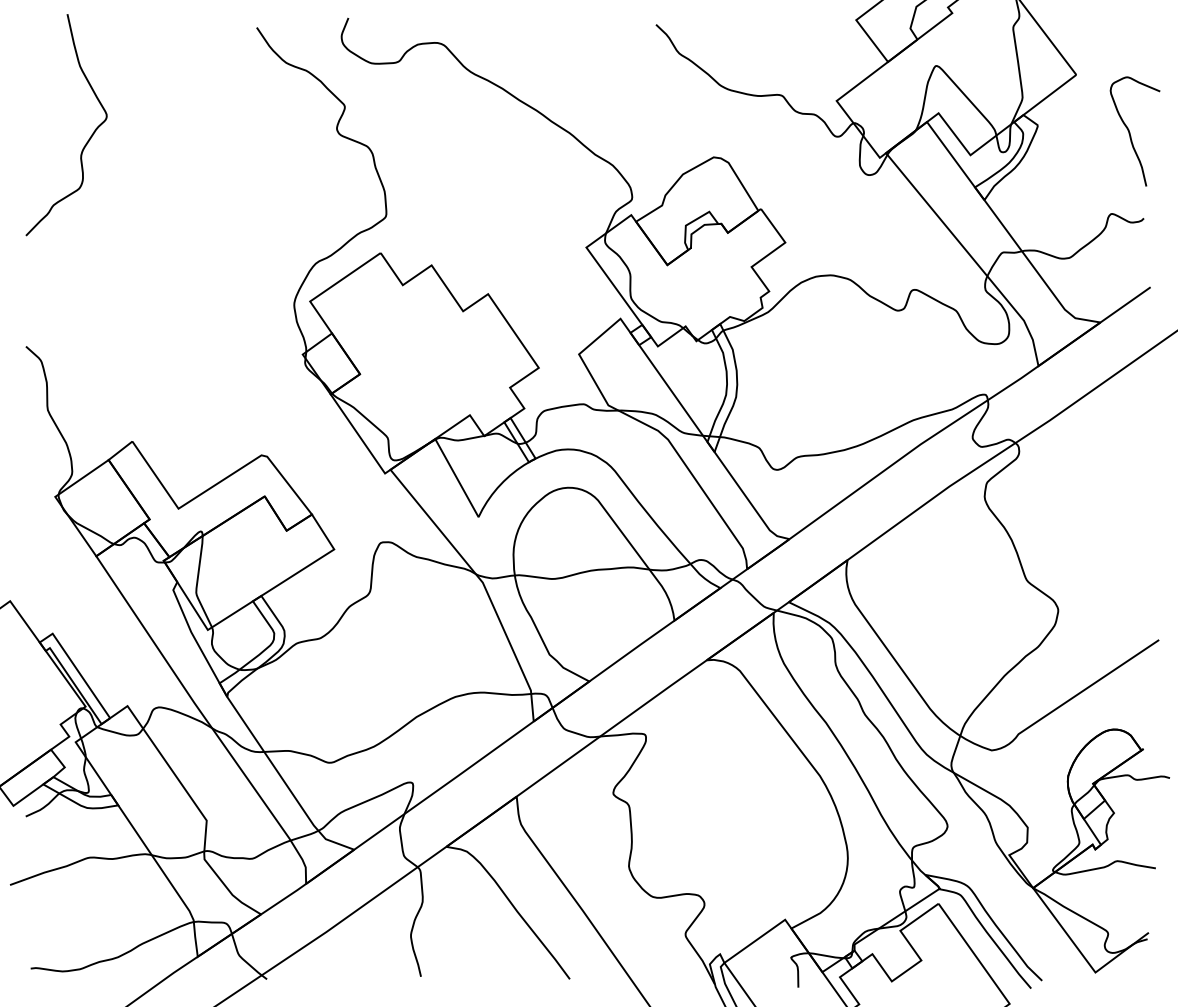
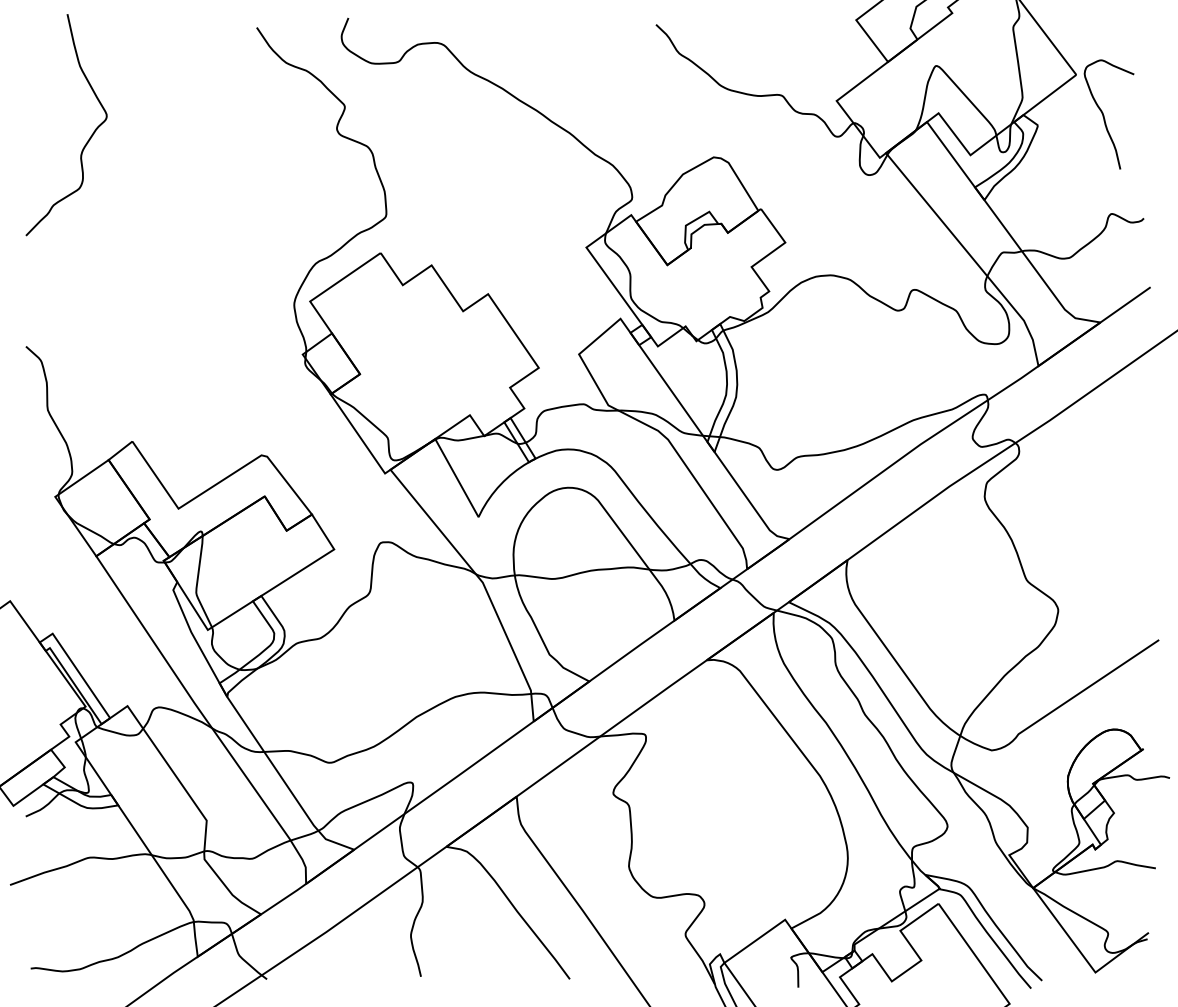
curve at (1130, 132) position: (1130, 132) -> (1104, 115)
